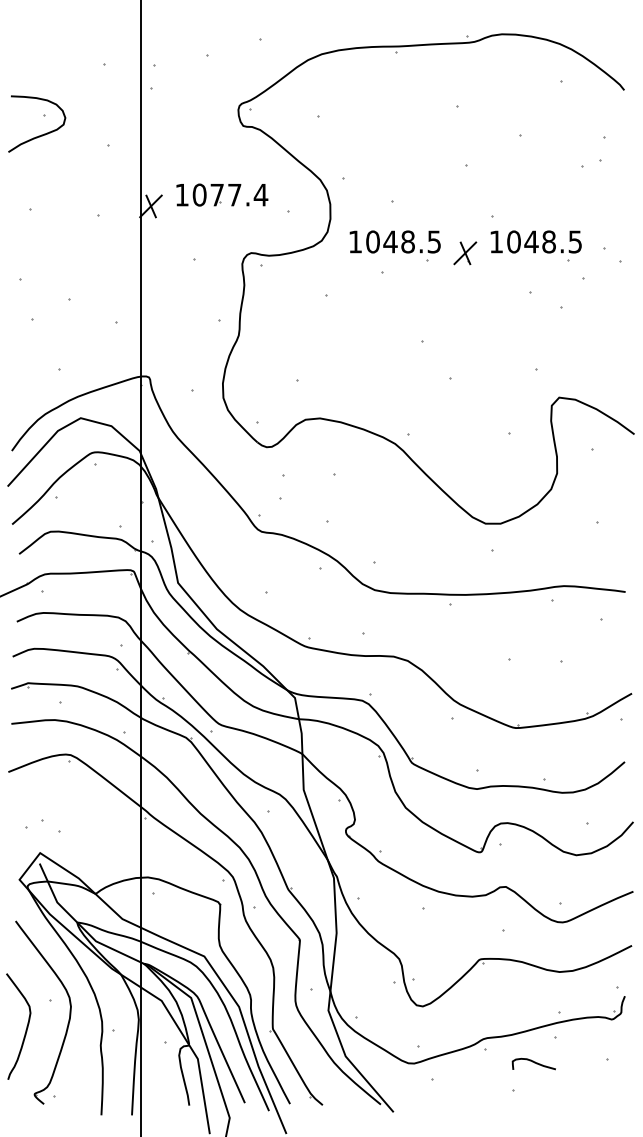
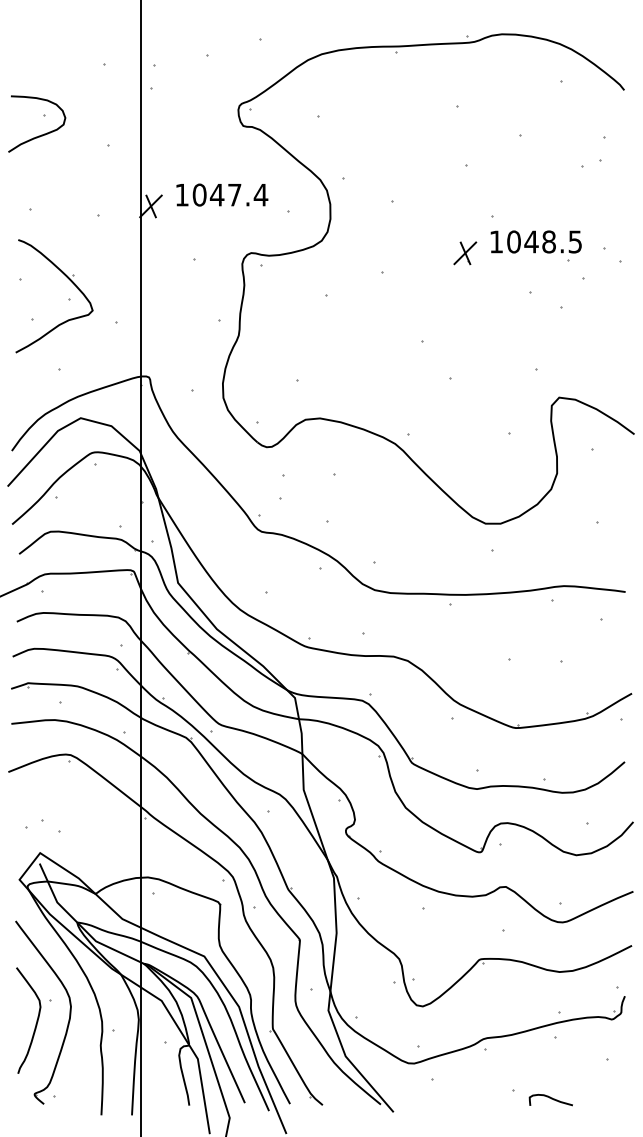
text at (216, 195): 1077.4 -> 1047.4
part at (394, 245): present -> none
part at (69, 280): none -> present
curve at (25, 1029) position: (25, 1029) -> (35, 1023)
curve at (534, 1063) position: (534, 1063) -> (551, 1099)
